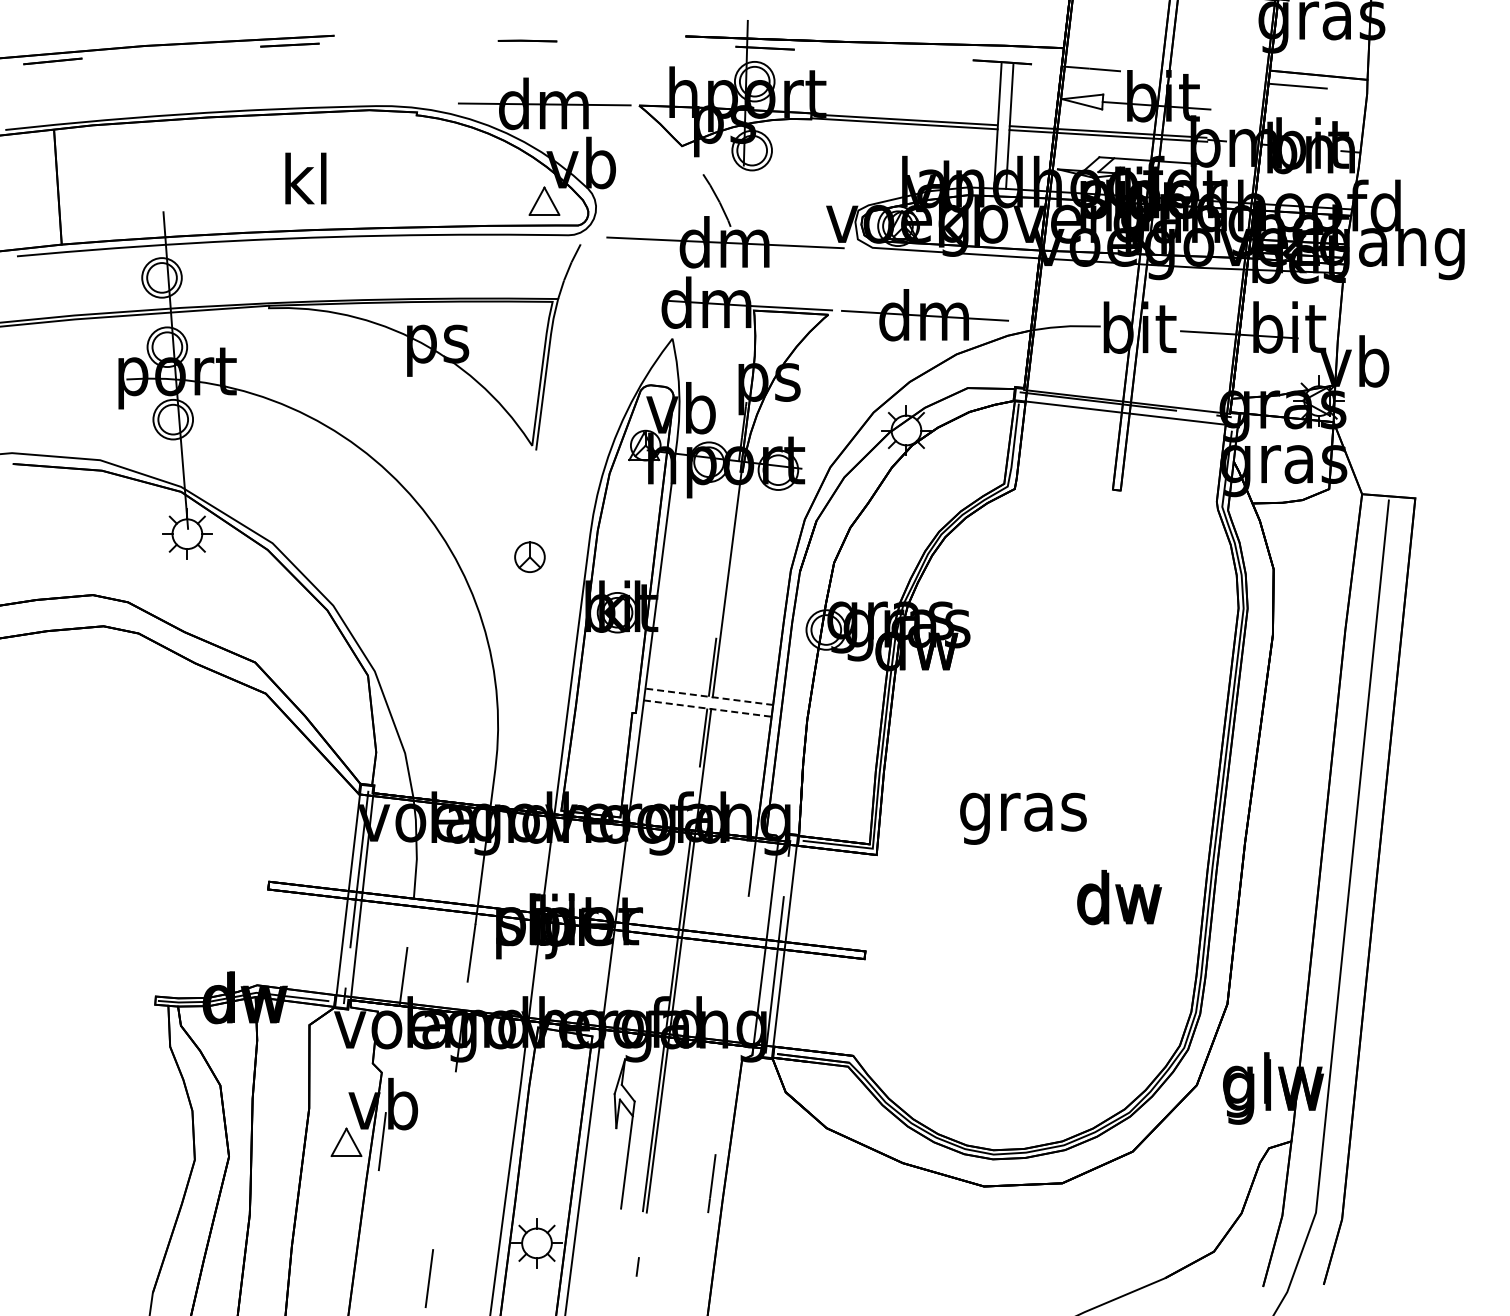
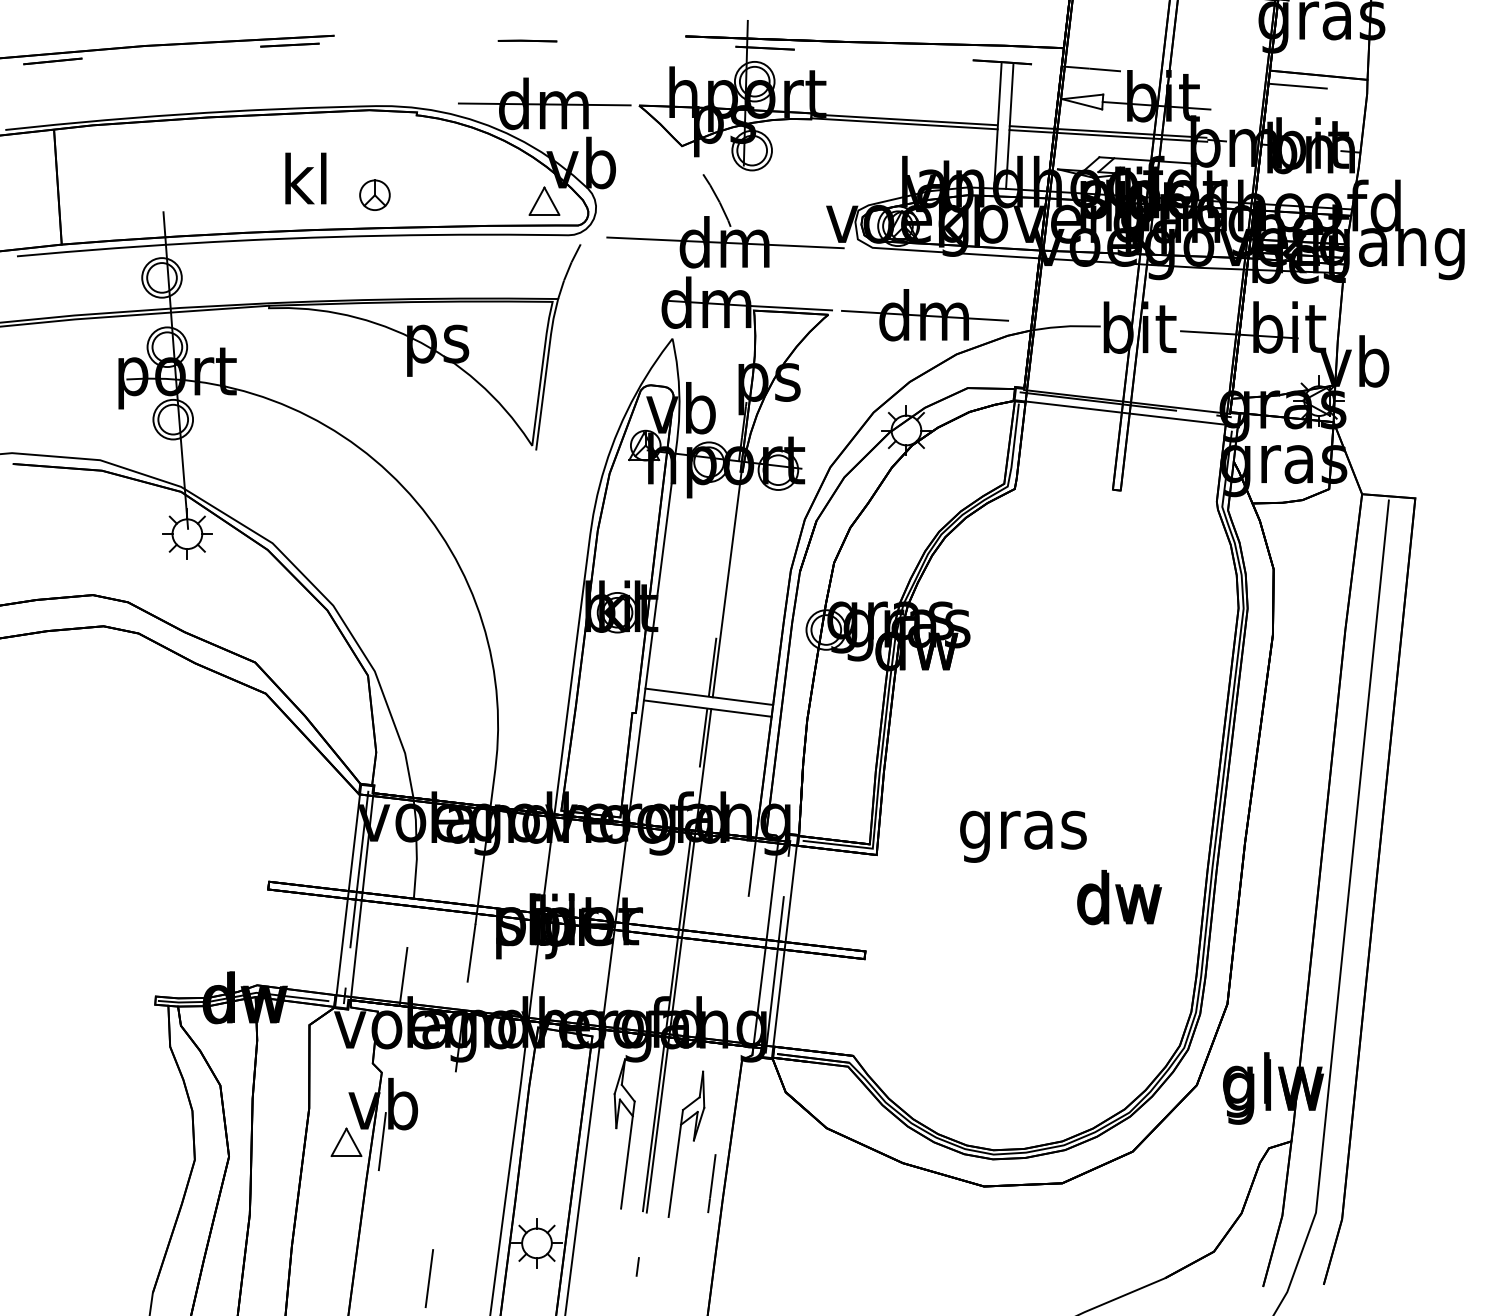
part at (529, 556) position: (529, 556) -> (374, 194)
line at (708, 696): dashed -> solid
line at (708, 708): dashed -> solid
text at (1023, 818) position: (1023, 818) -> (1023, 836)
part at (692, 1140): none -> present
